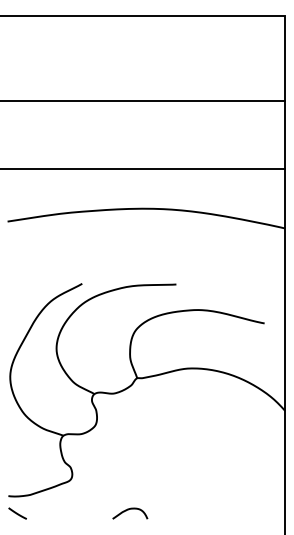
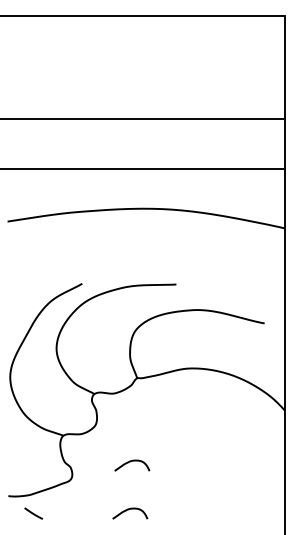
line at (143, 100) position: (143, 100) -> (143, 118)
curve at (130, 462): none -> present
line at (17, 513) position: (17, 513) -> (33, 513)
